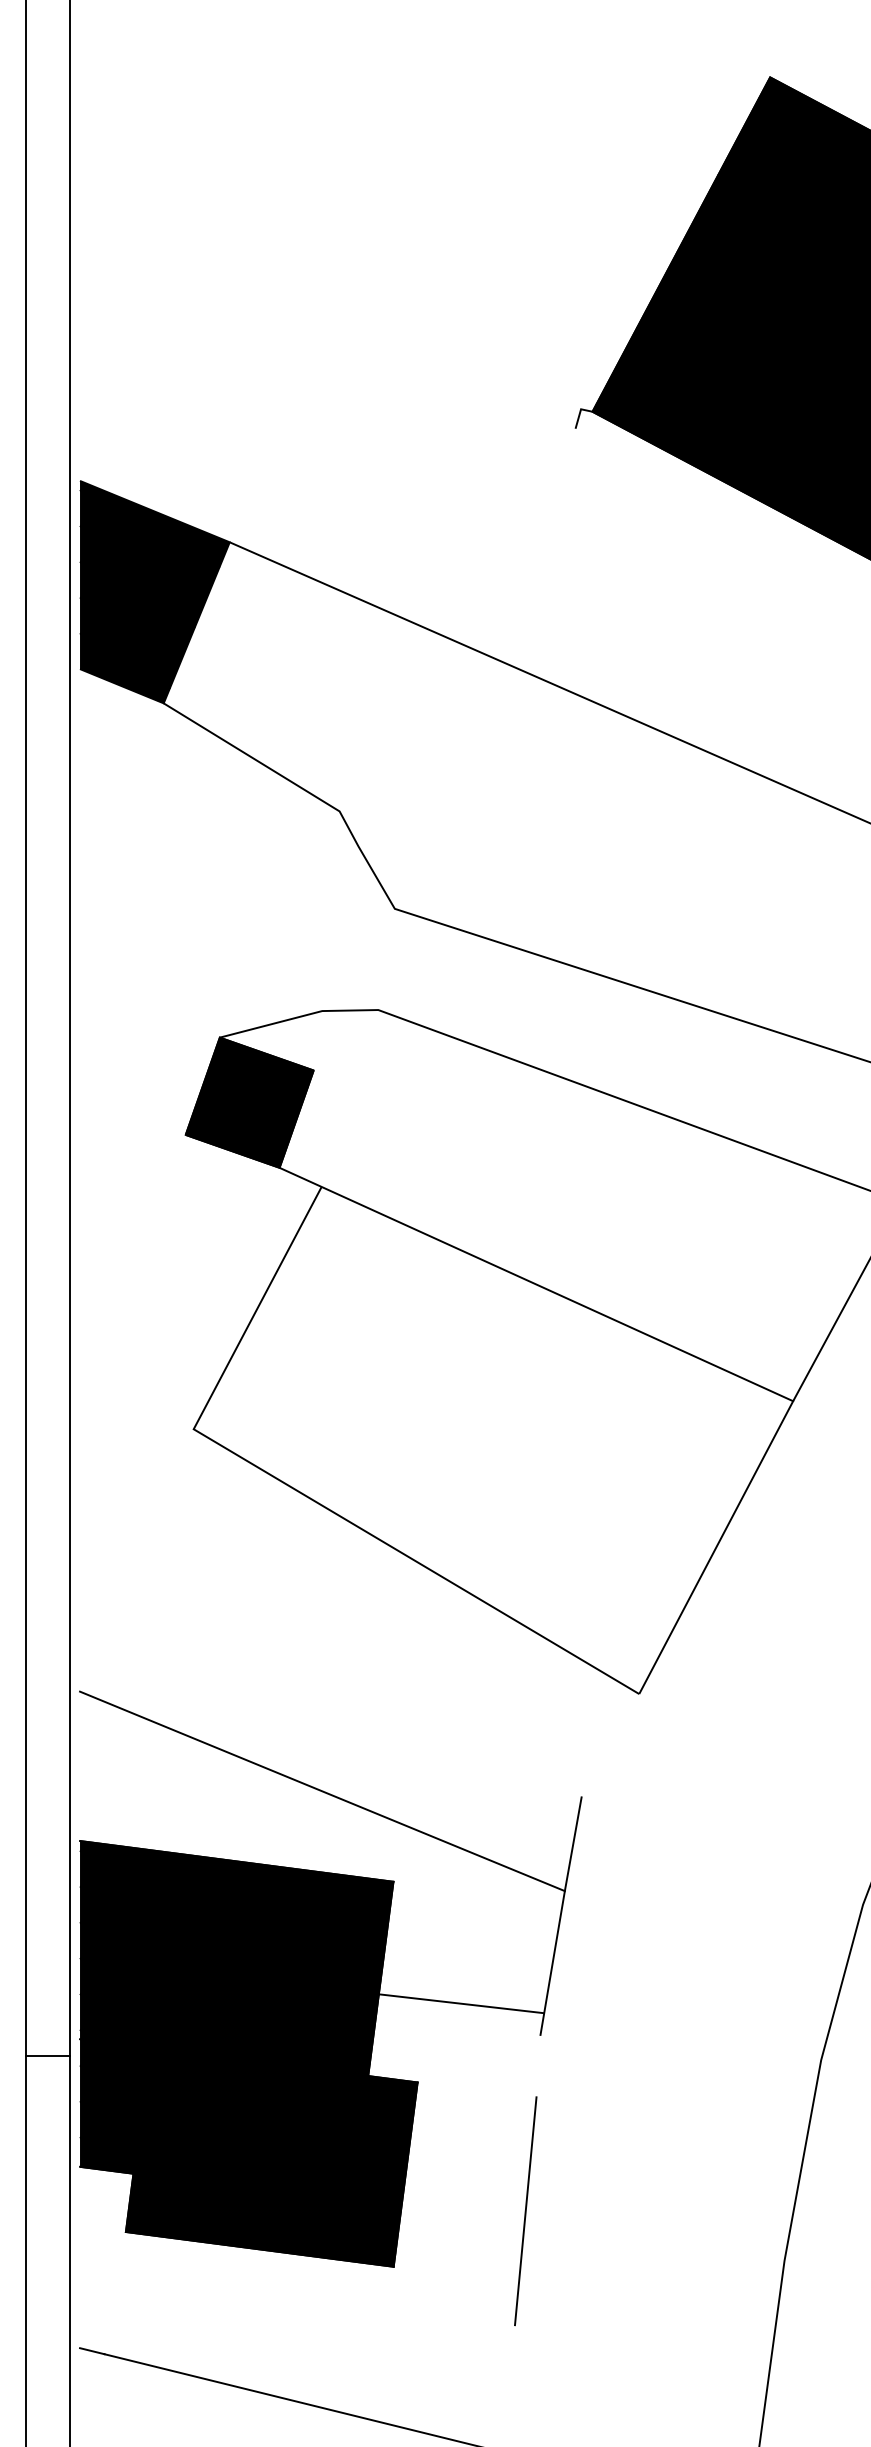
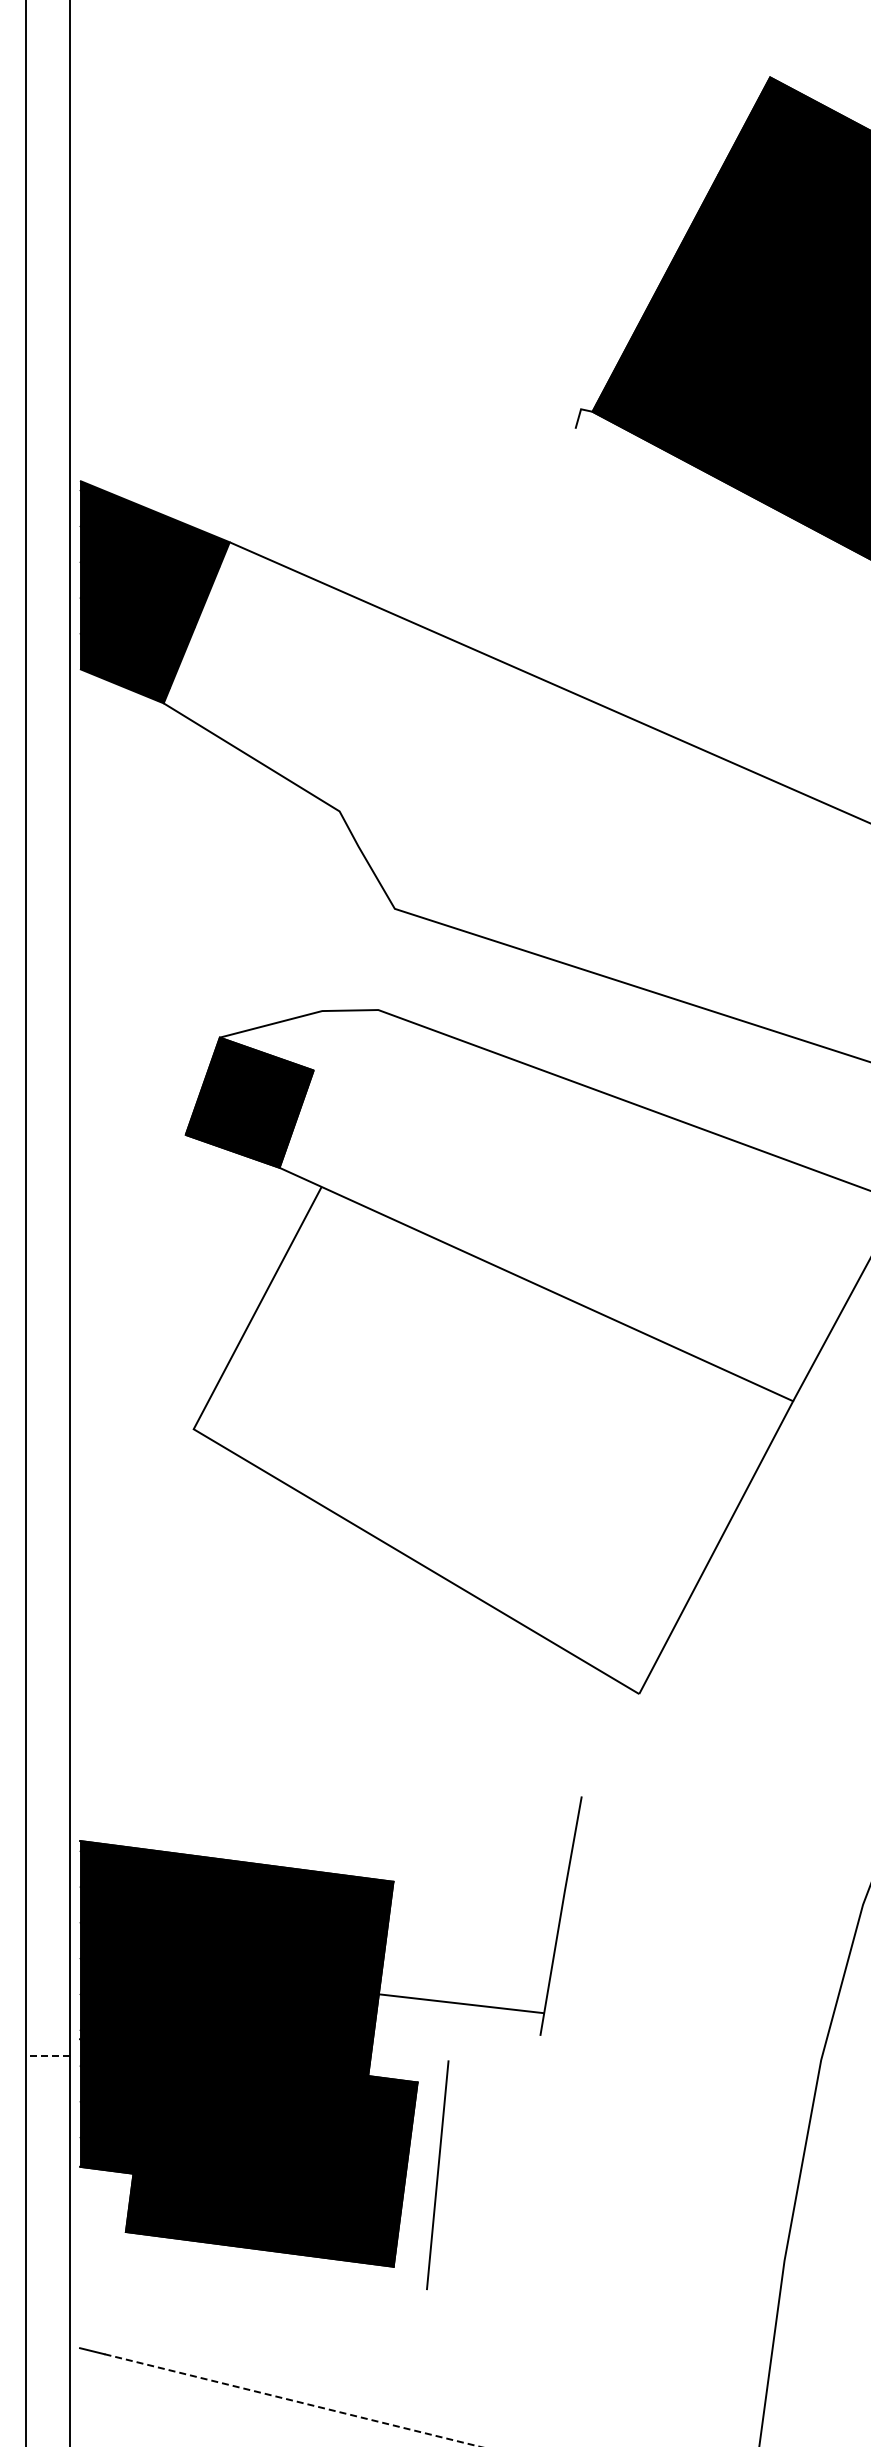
line at (322, 1791): present -> none
line at (47, 2056): solid -> dashed
line at (525, 2211) position: (525, 2211) -> (437, 2175)
line at (292, 2400): solid -> dashed
